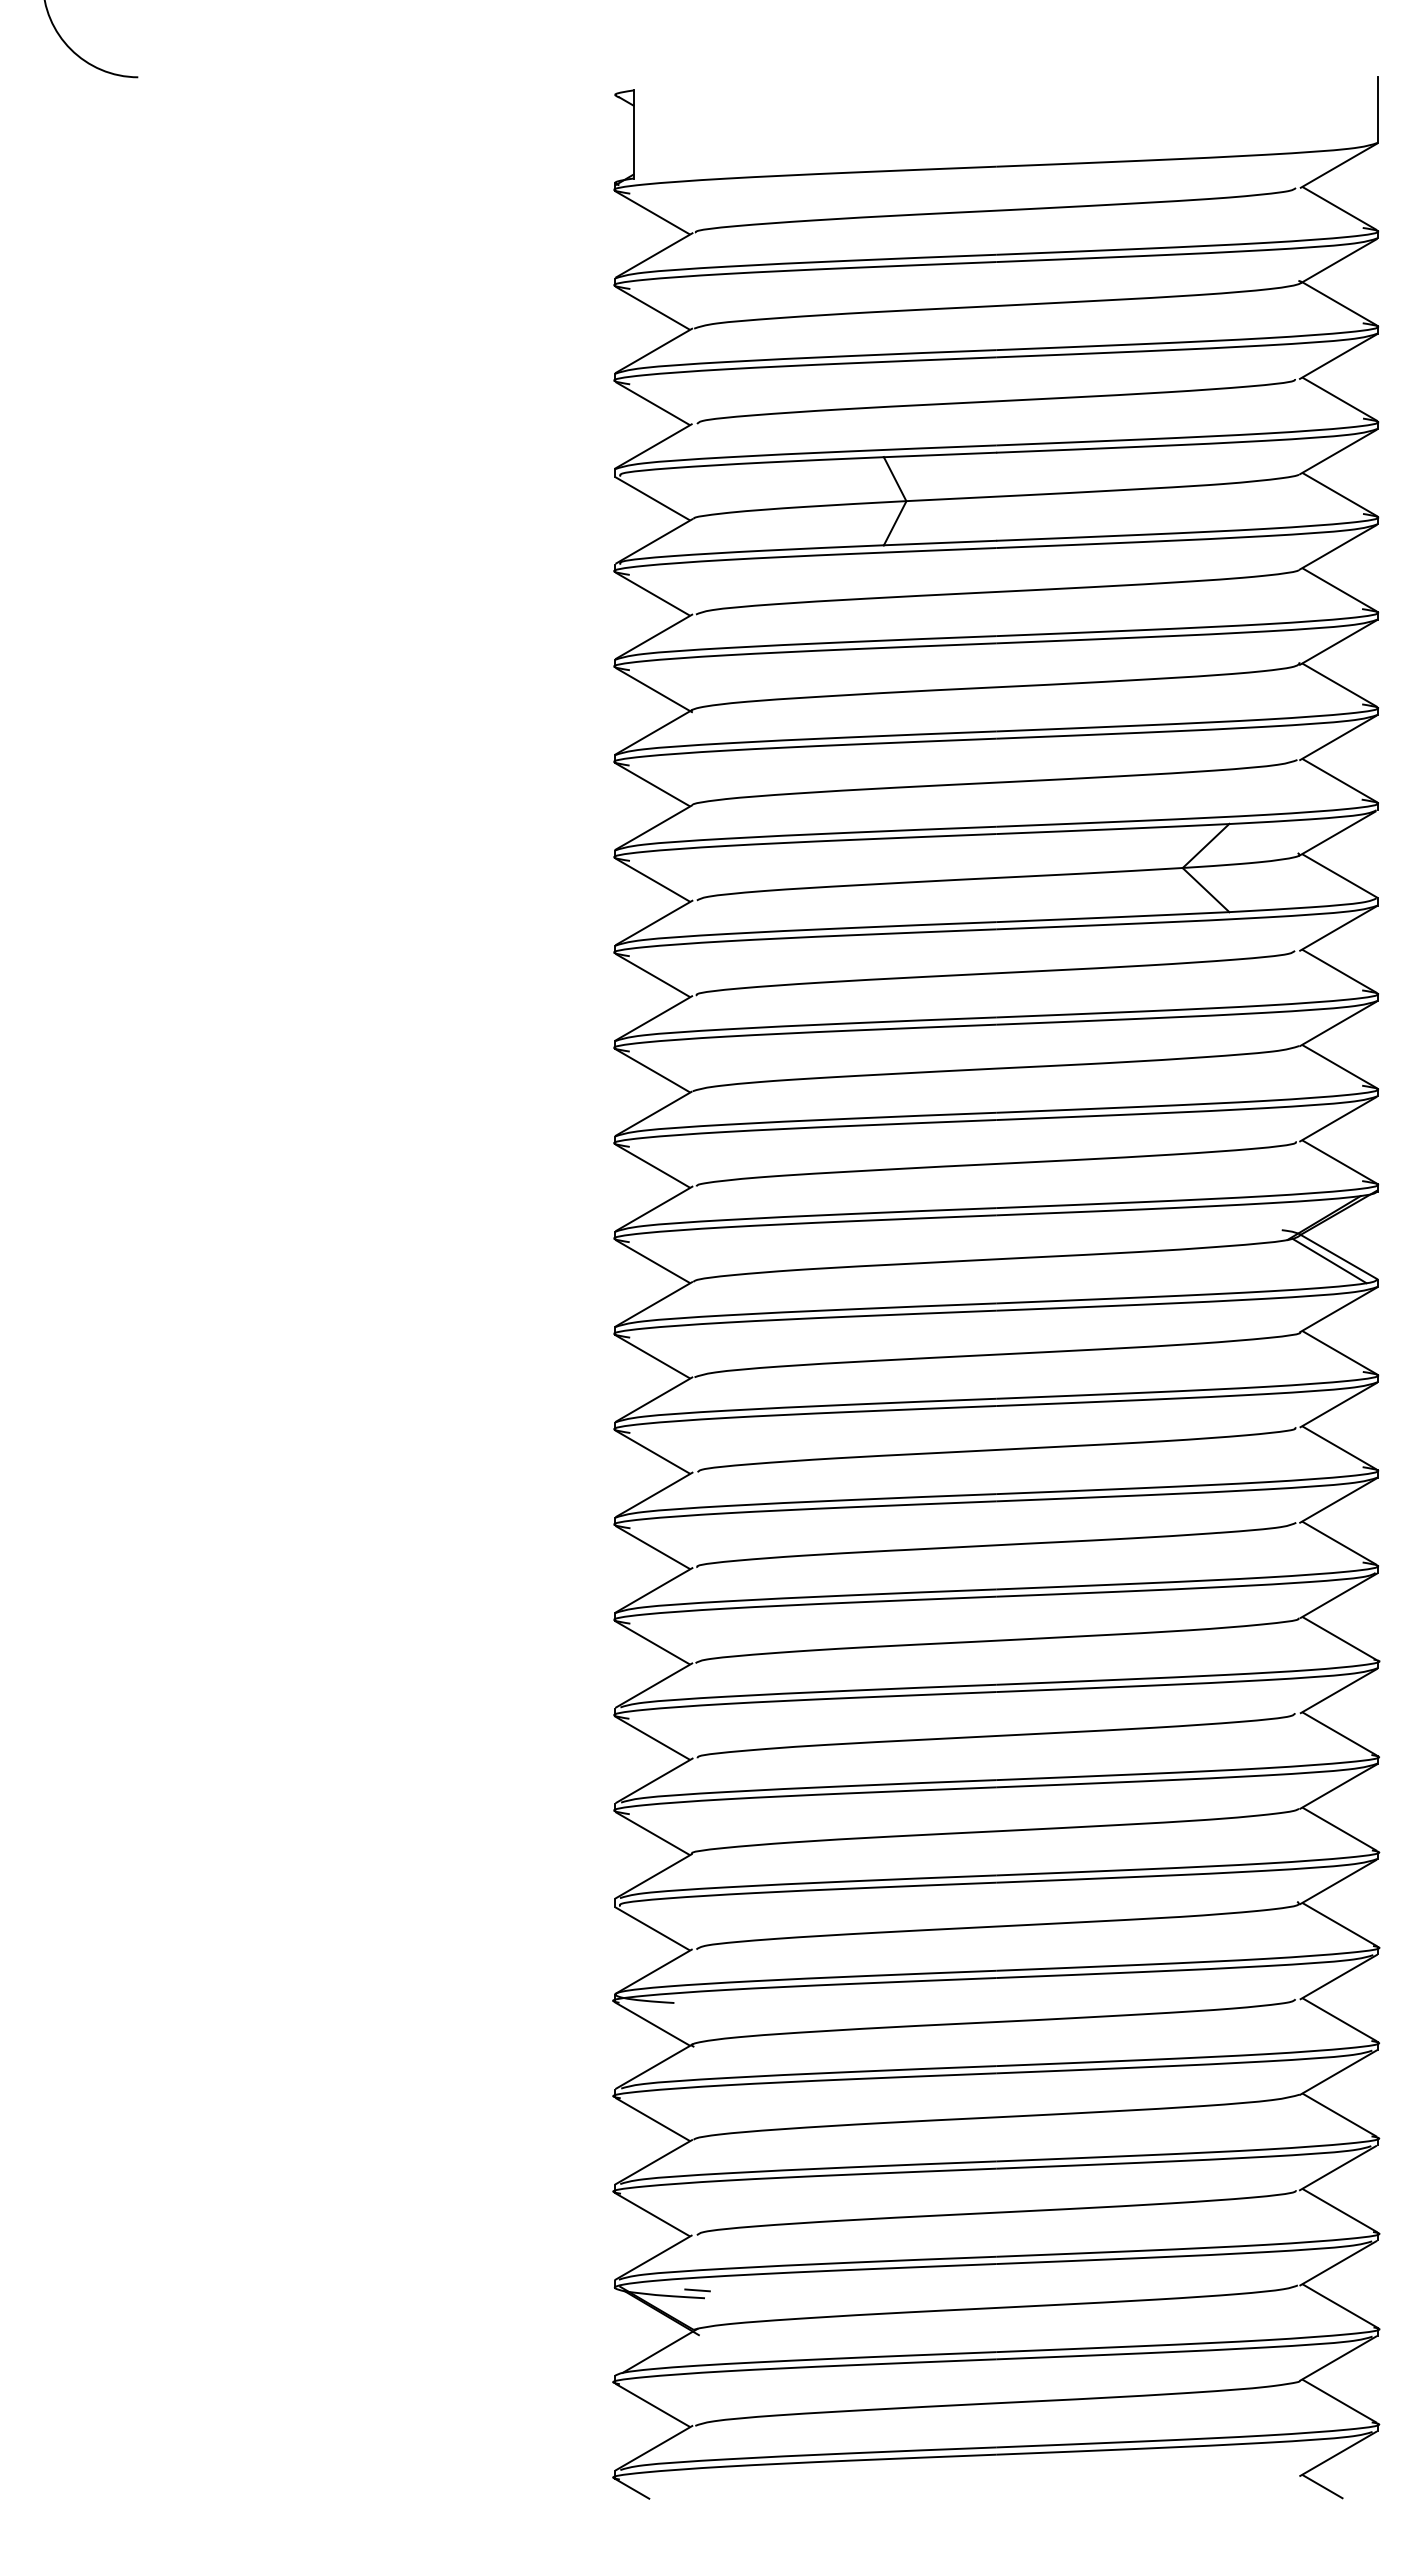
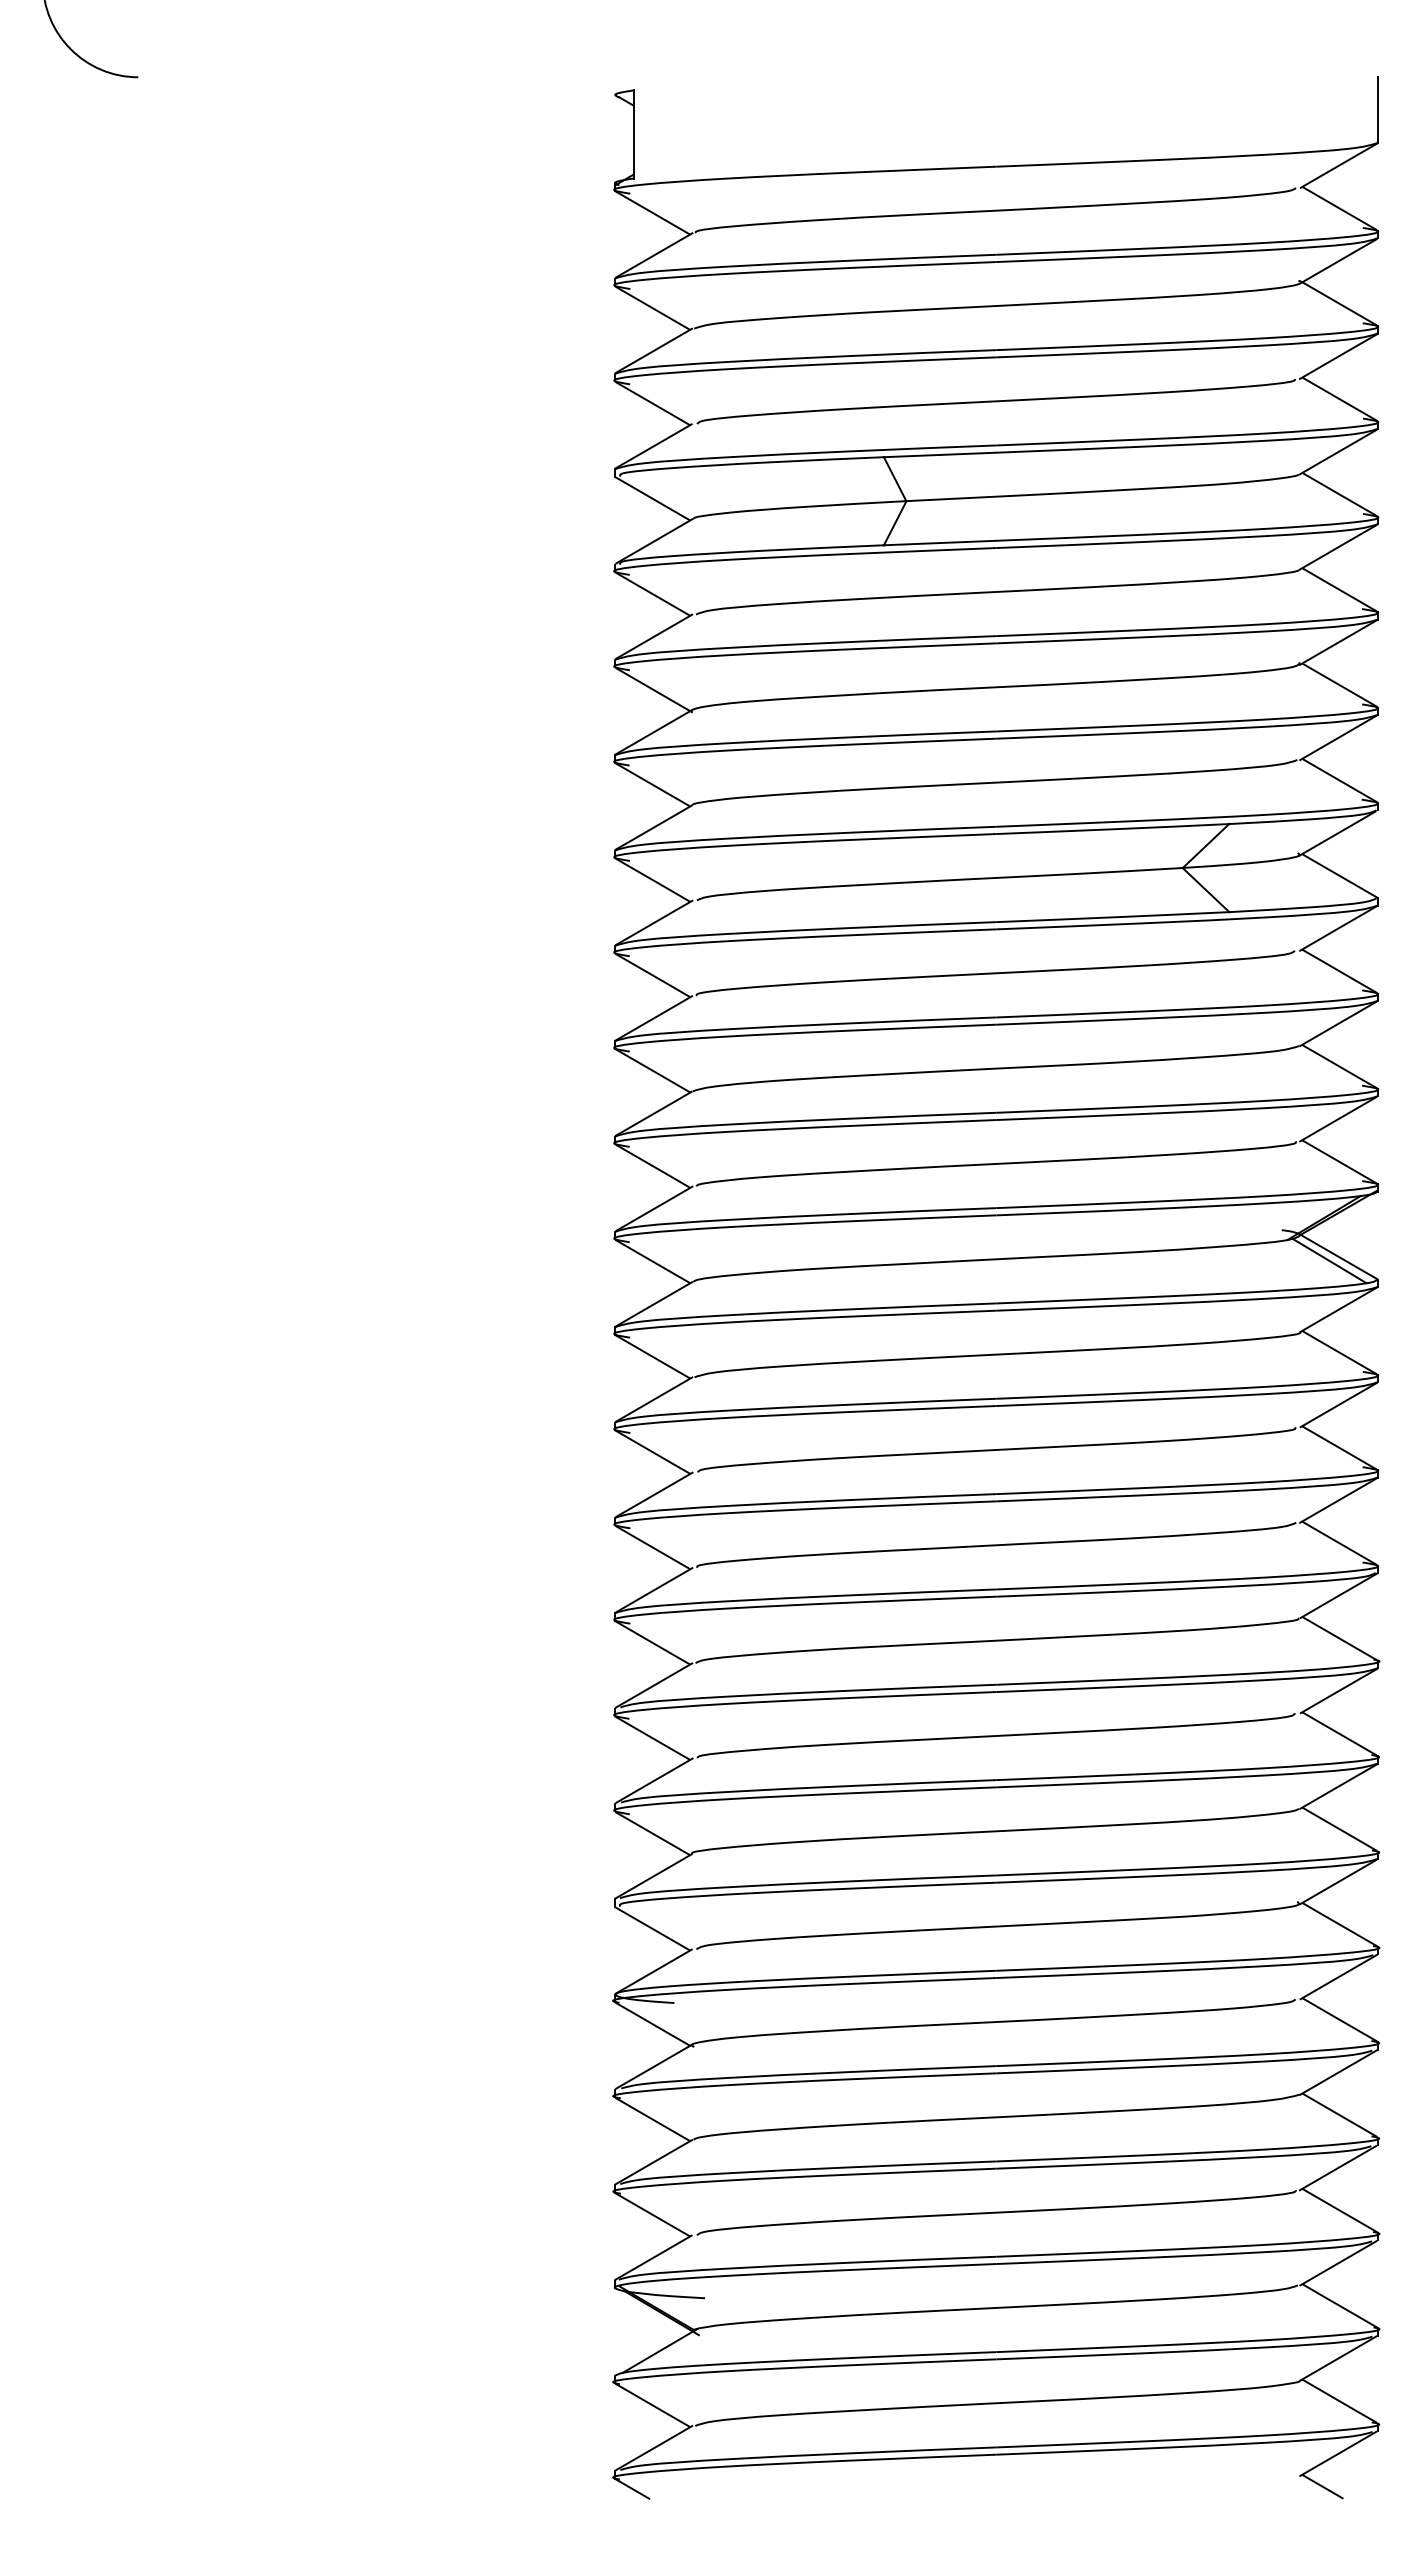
line at (697, 2290): present -> none
